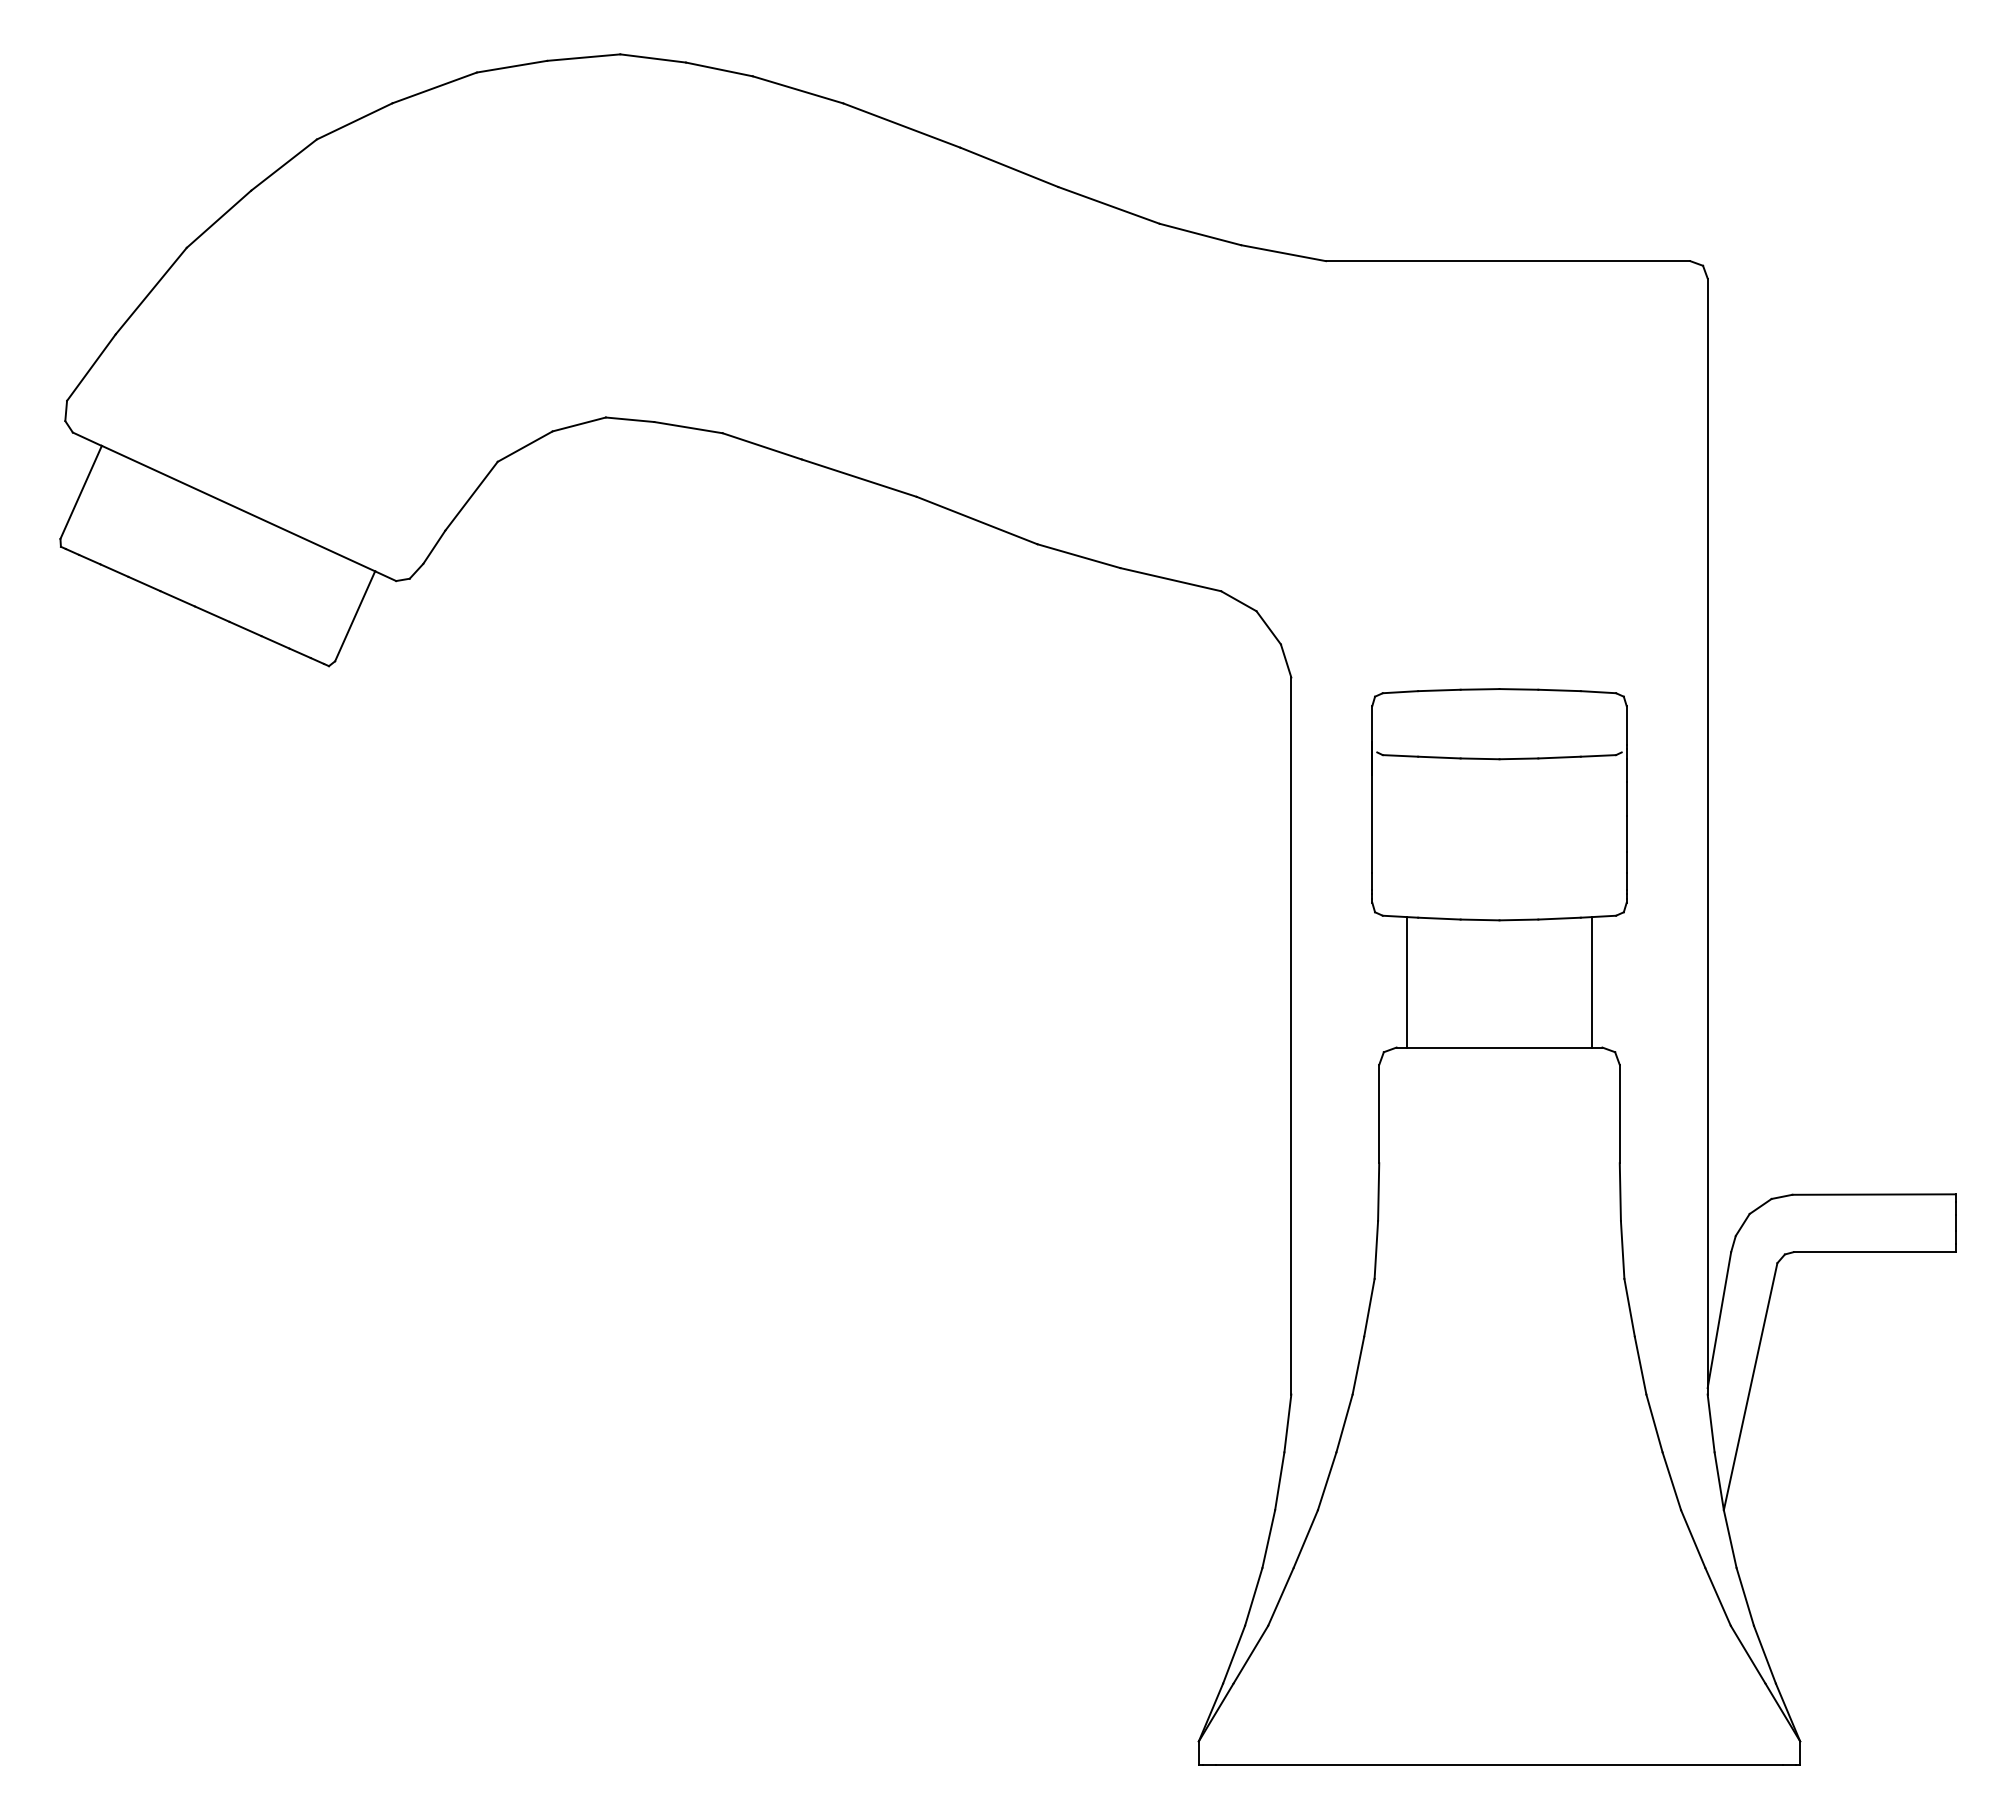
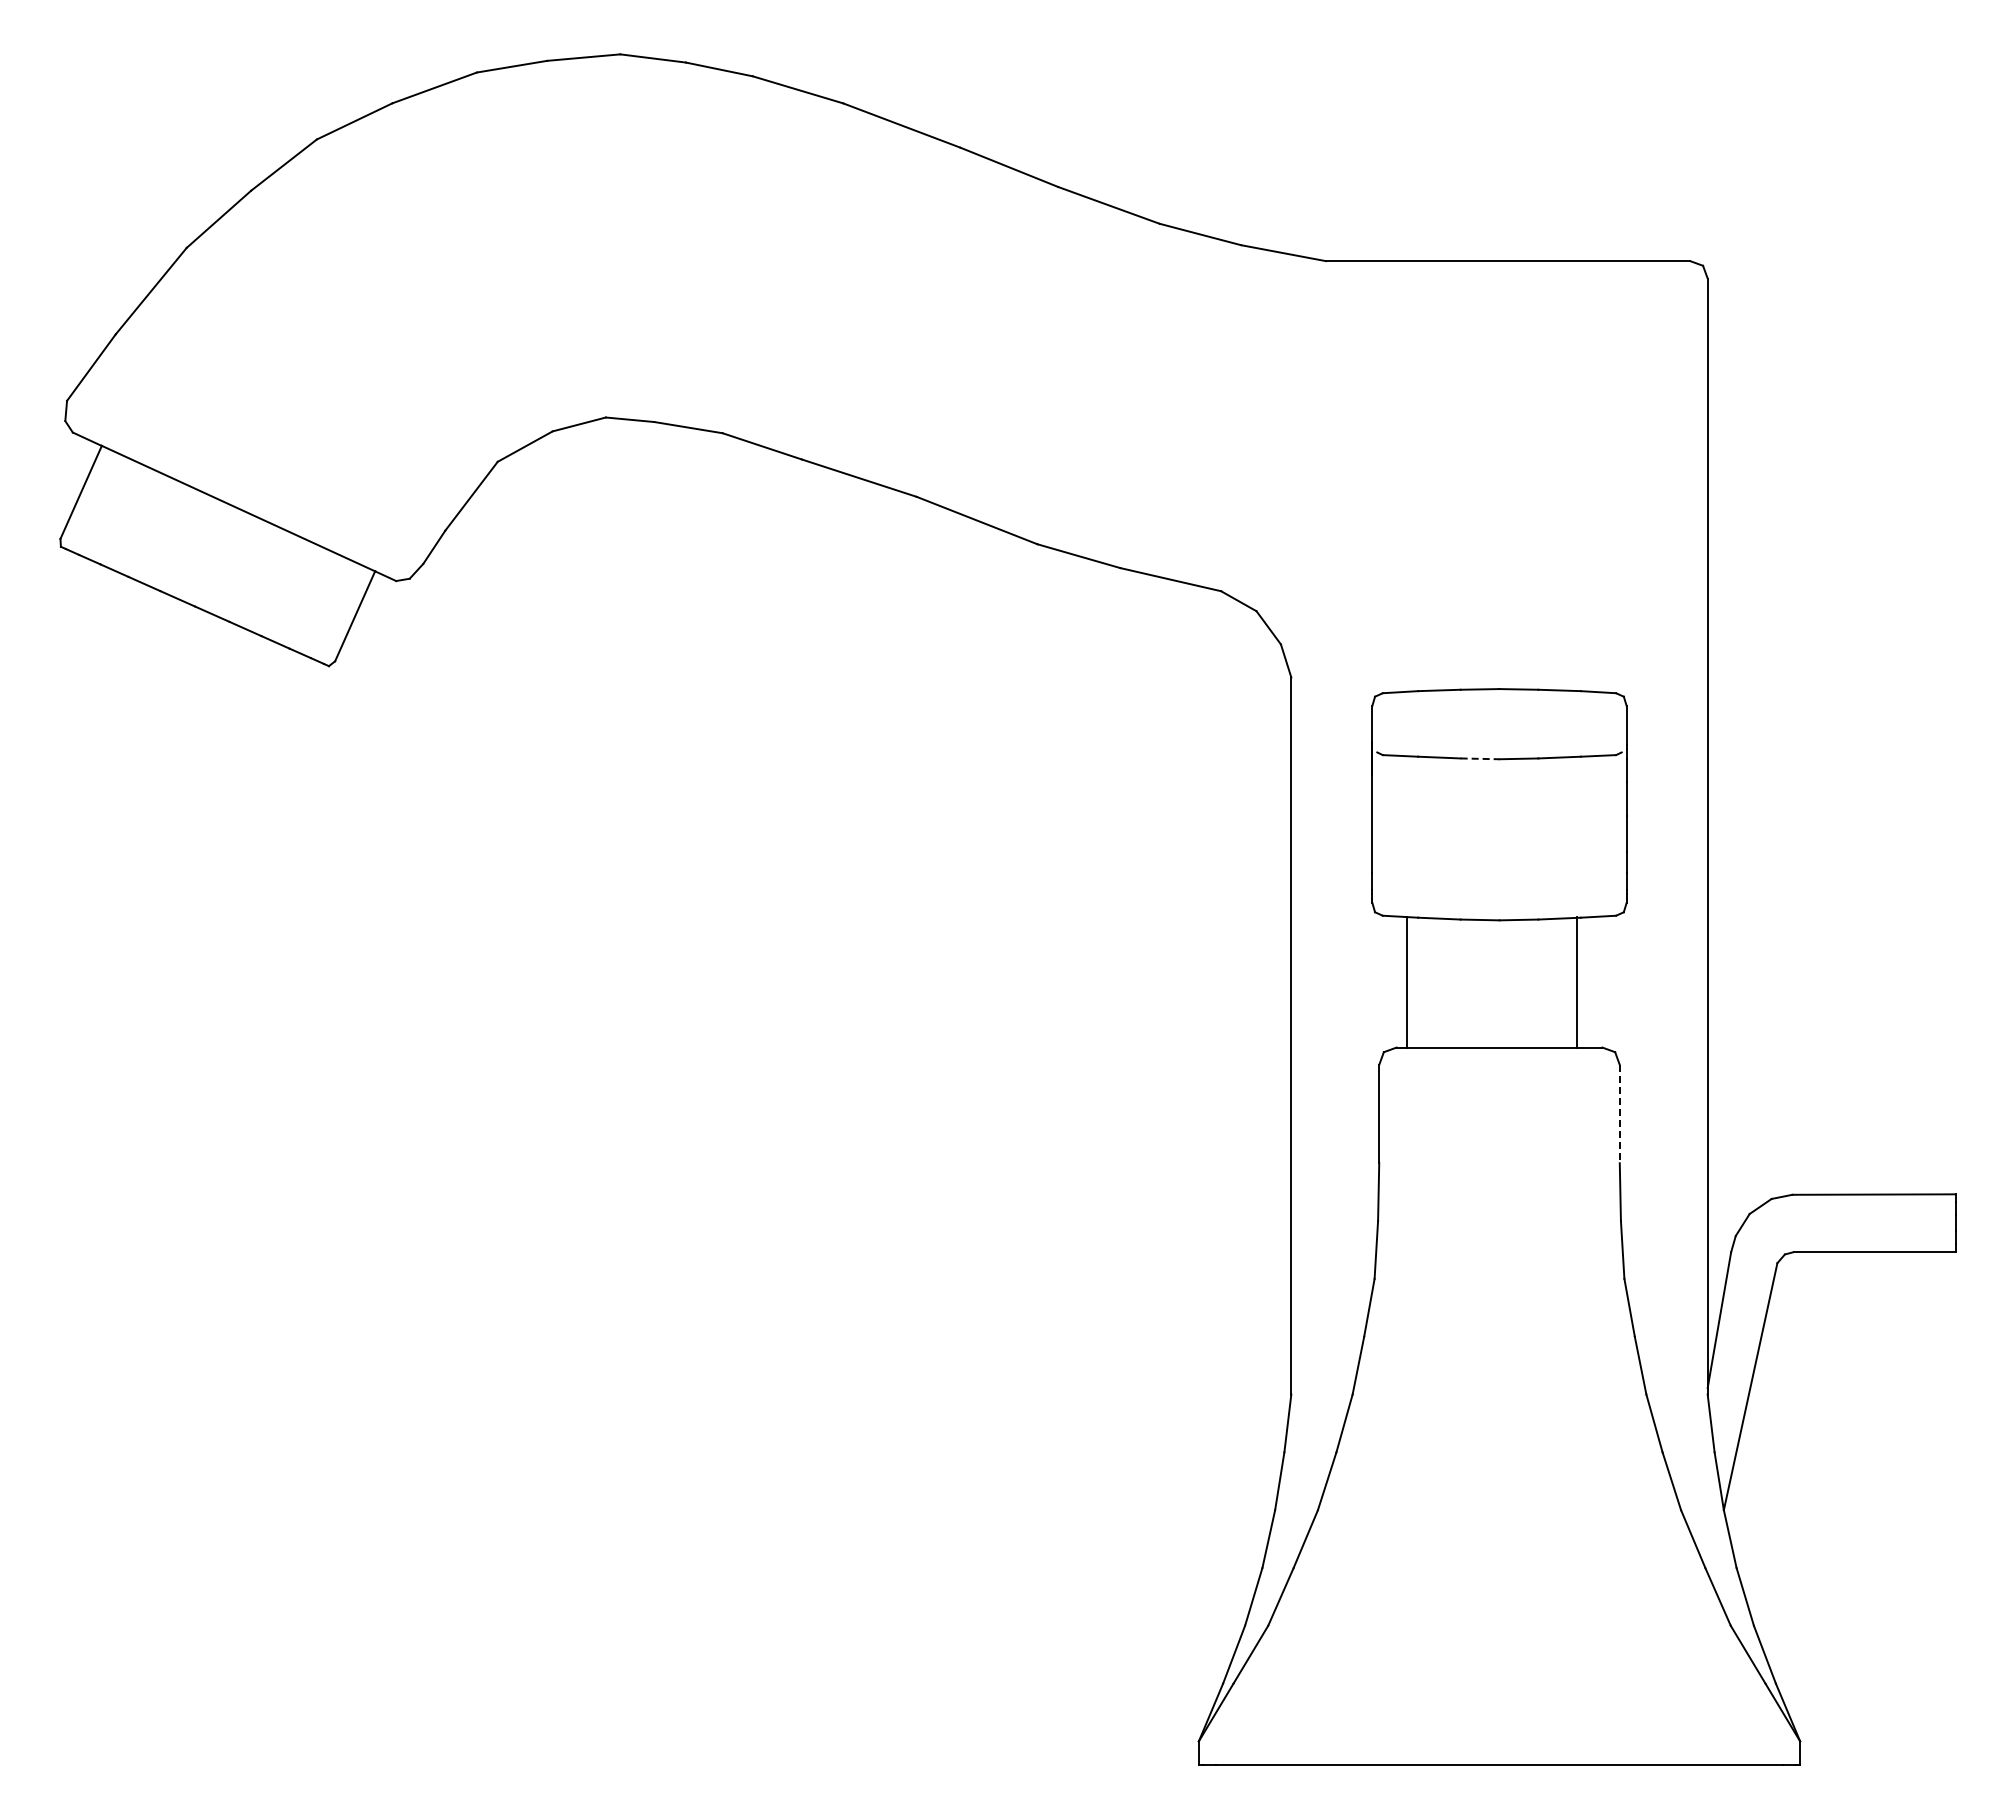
line at (1480, 758): solid -> dashed
line at (1592, 982) position: (1592, 982) -> (1577, 982)
line at (1619, 1114): solid -> dashed
